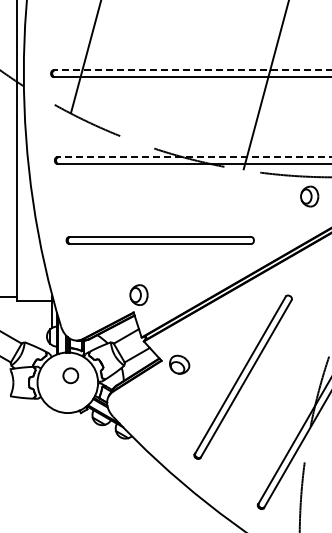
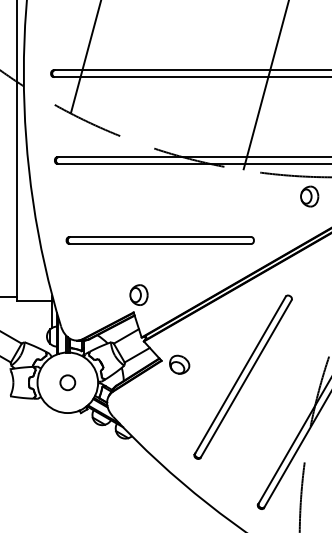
line at (192, 70): dashed -> solid
line at (194, 157): dashed -> solid
circle at (70, 375) position: (70, 375) -> (67, 382)
